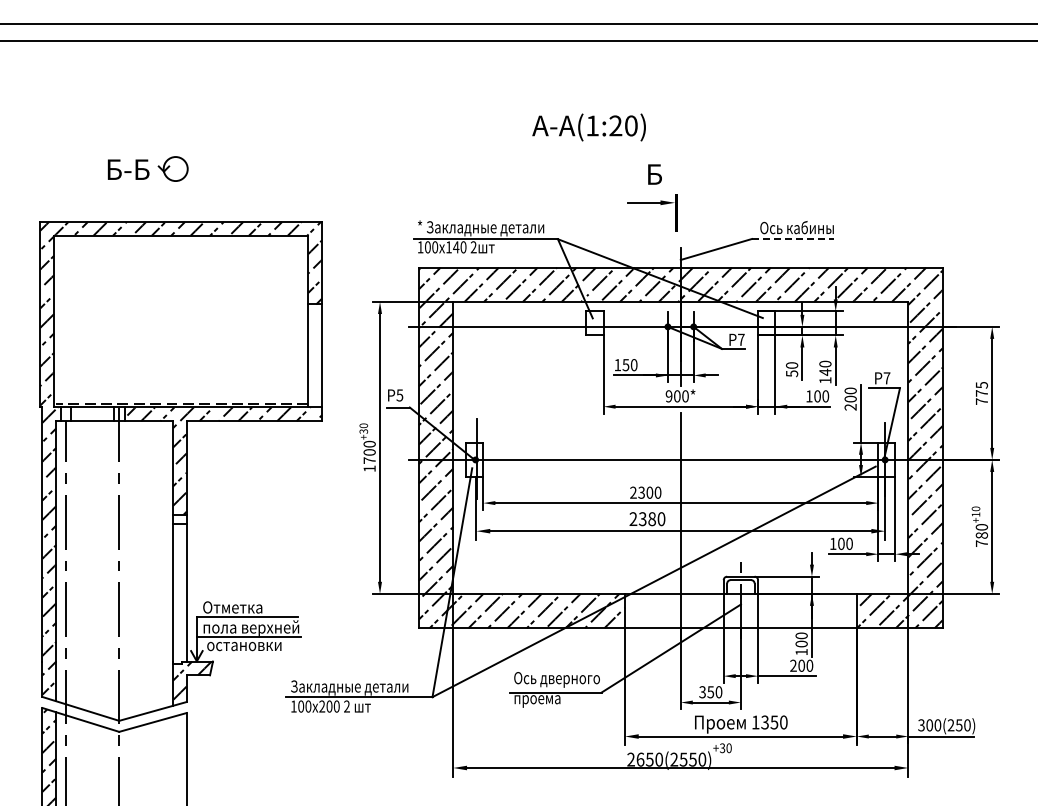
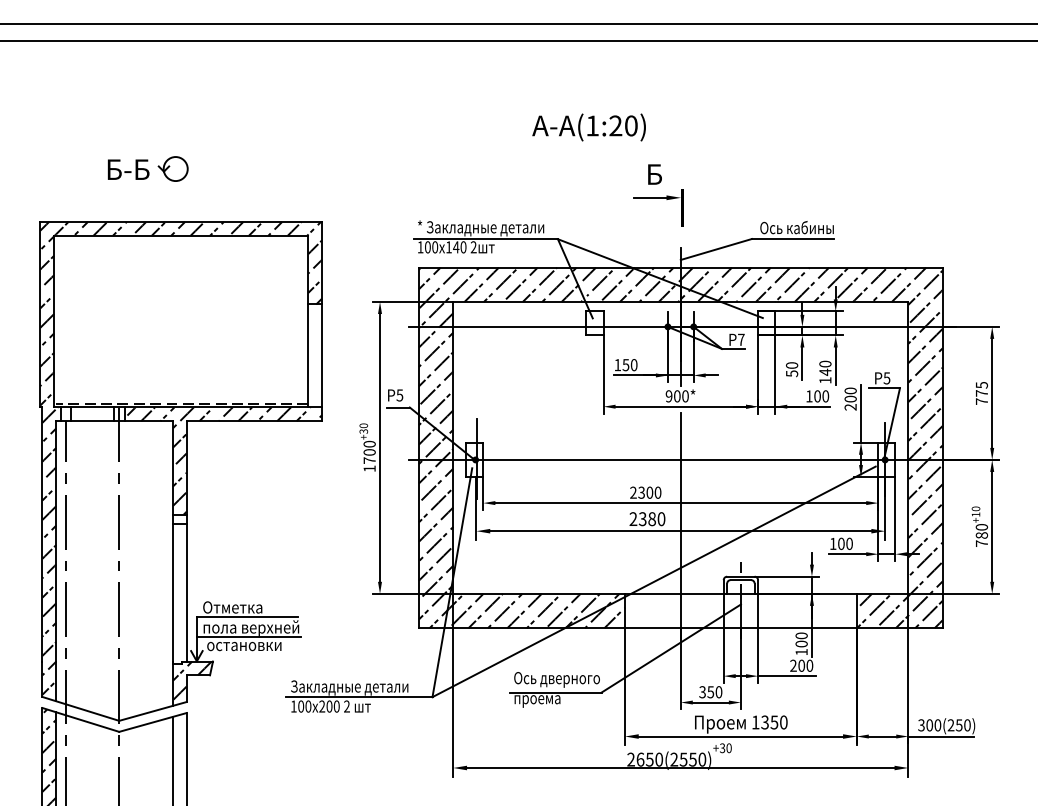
part at (652, 203) position: (652, 203) -> (658, 198)
line at (793, 239): dashed -> solid
text at (886, 378): P7 -> P5
line at (172, 759): none -> present
